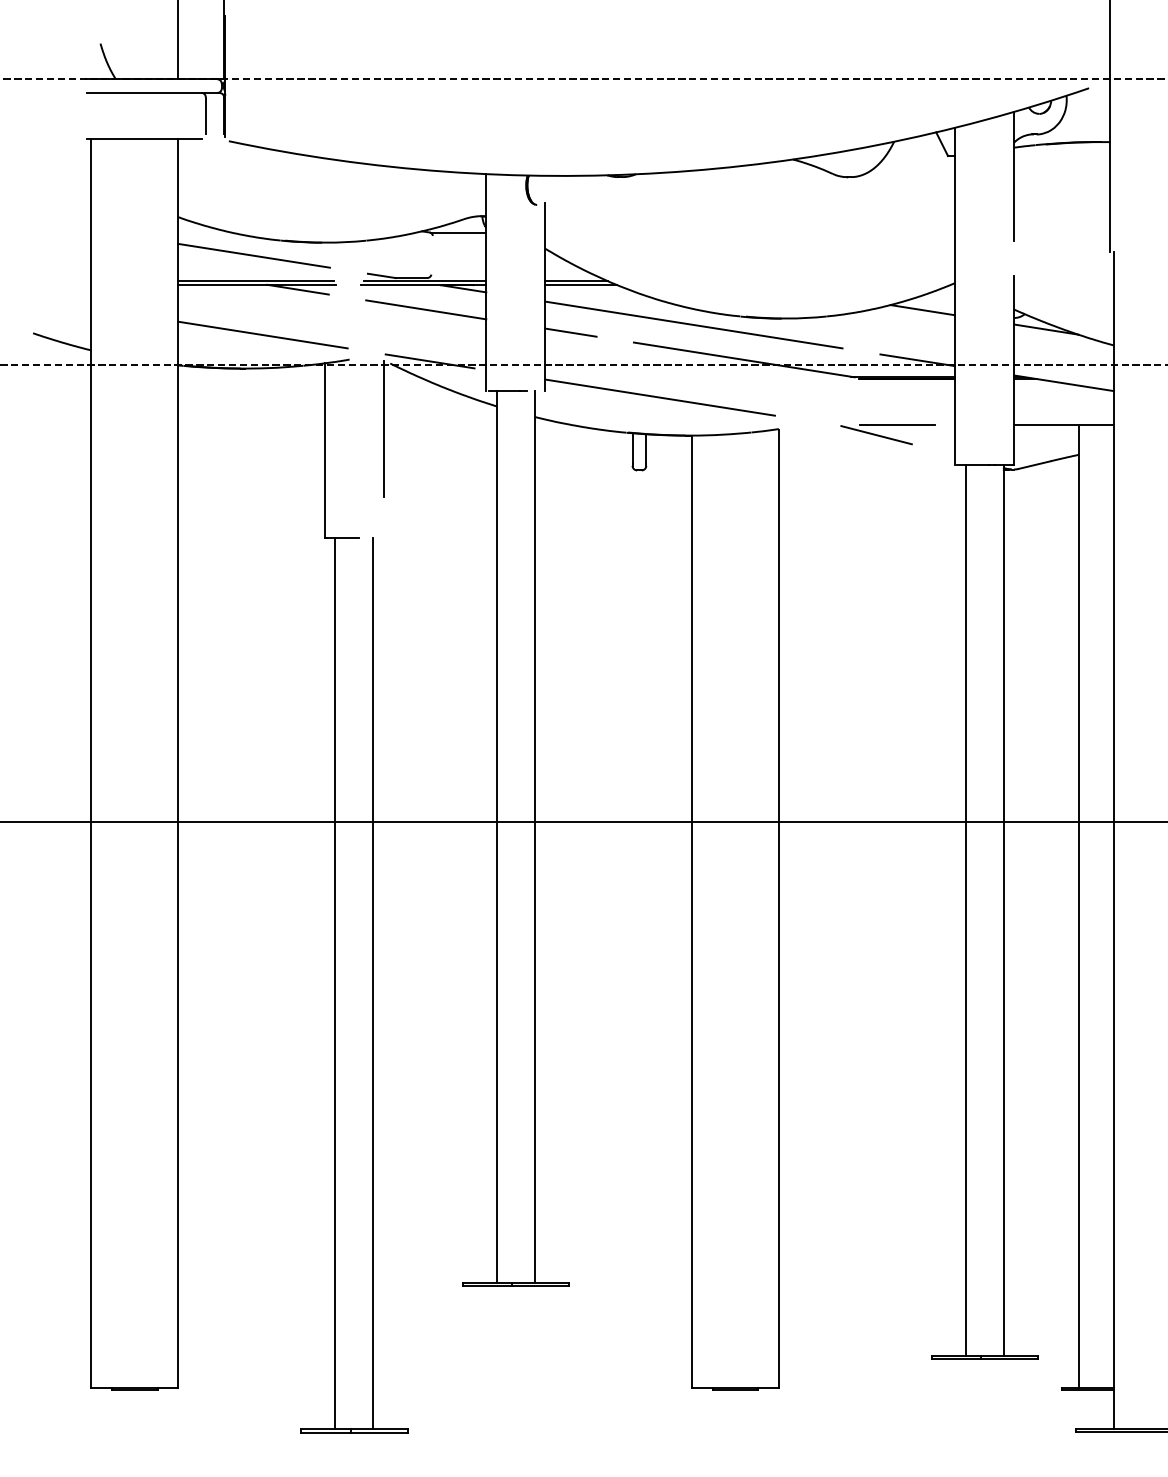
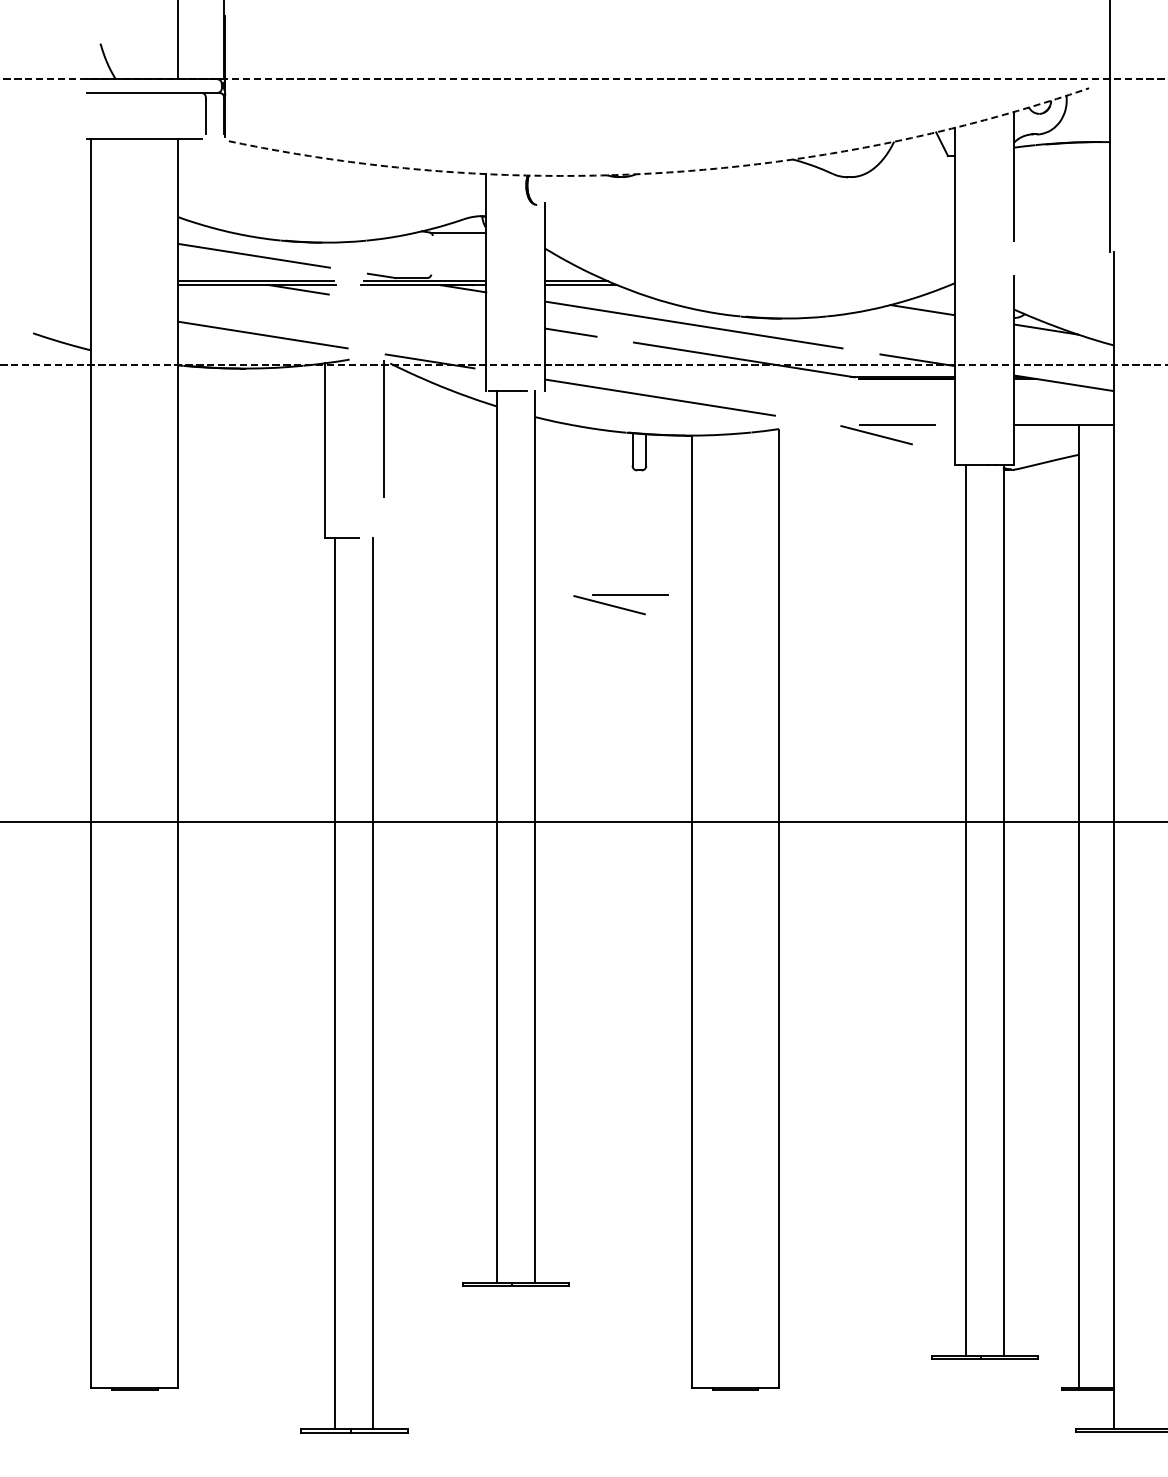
arc at (662, 172): solid -> dashed
line at (426, 309): present -> none
part at (620, 604): none -> present
